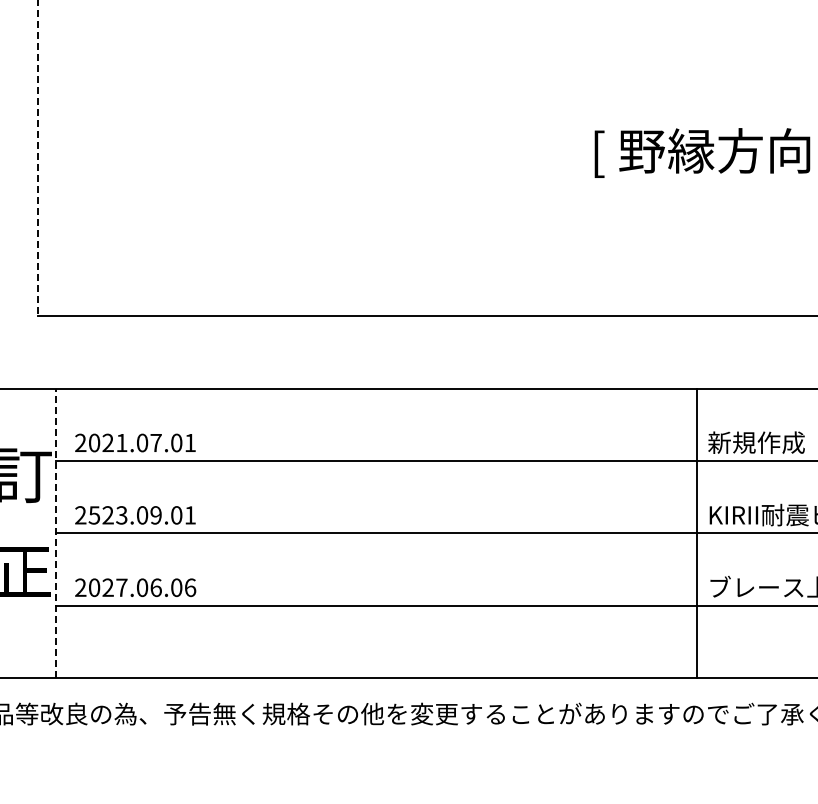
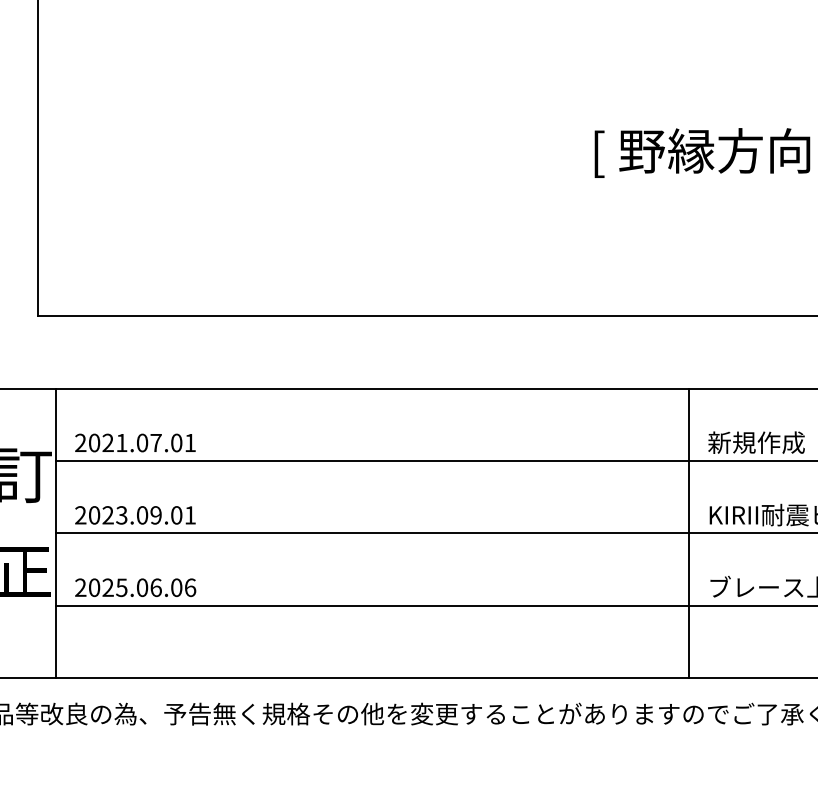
line at (37, 158): dashed -> solid
text at (94, 515): 2523.09.01 -> 2023.09.01
line at (55, 533): dashed -> solid
line at (697, 533) position: (697, 533) -> (689, 533)
text at (121, 587): 2027.06.06 -> 2025.06.06
